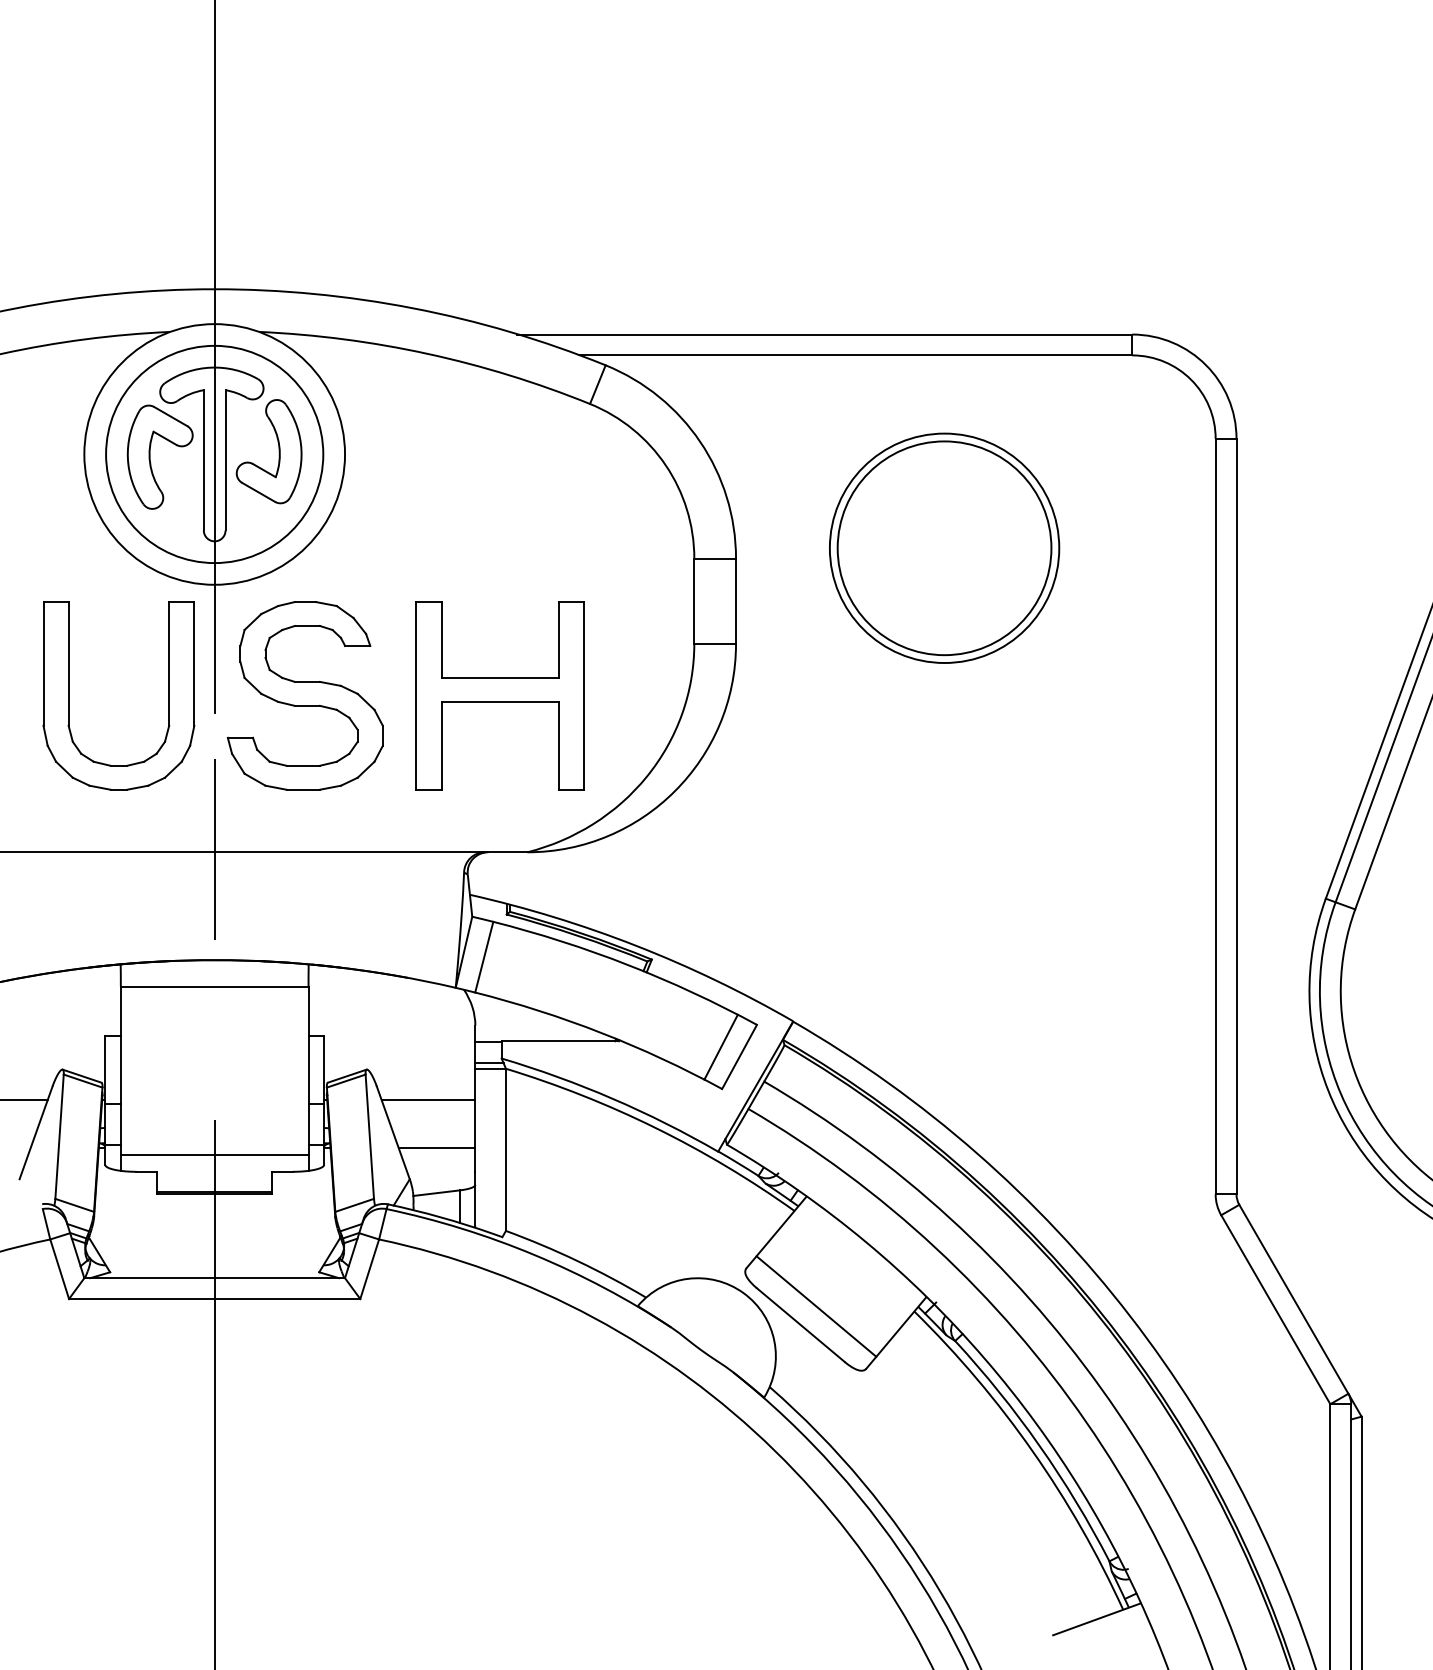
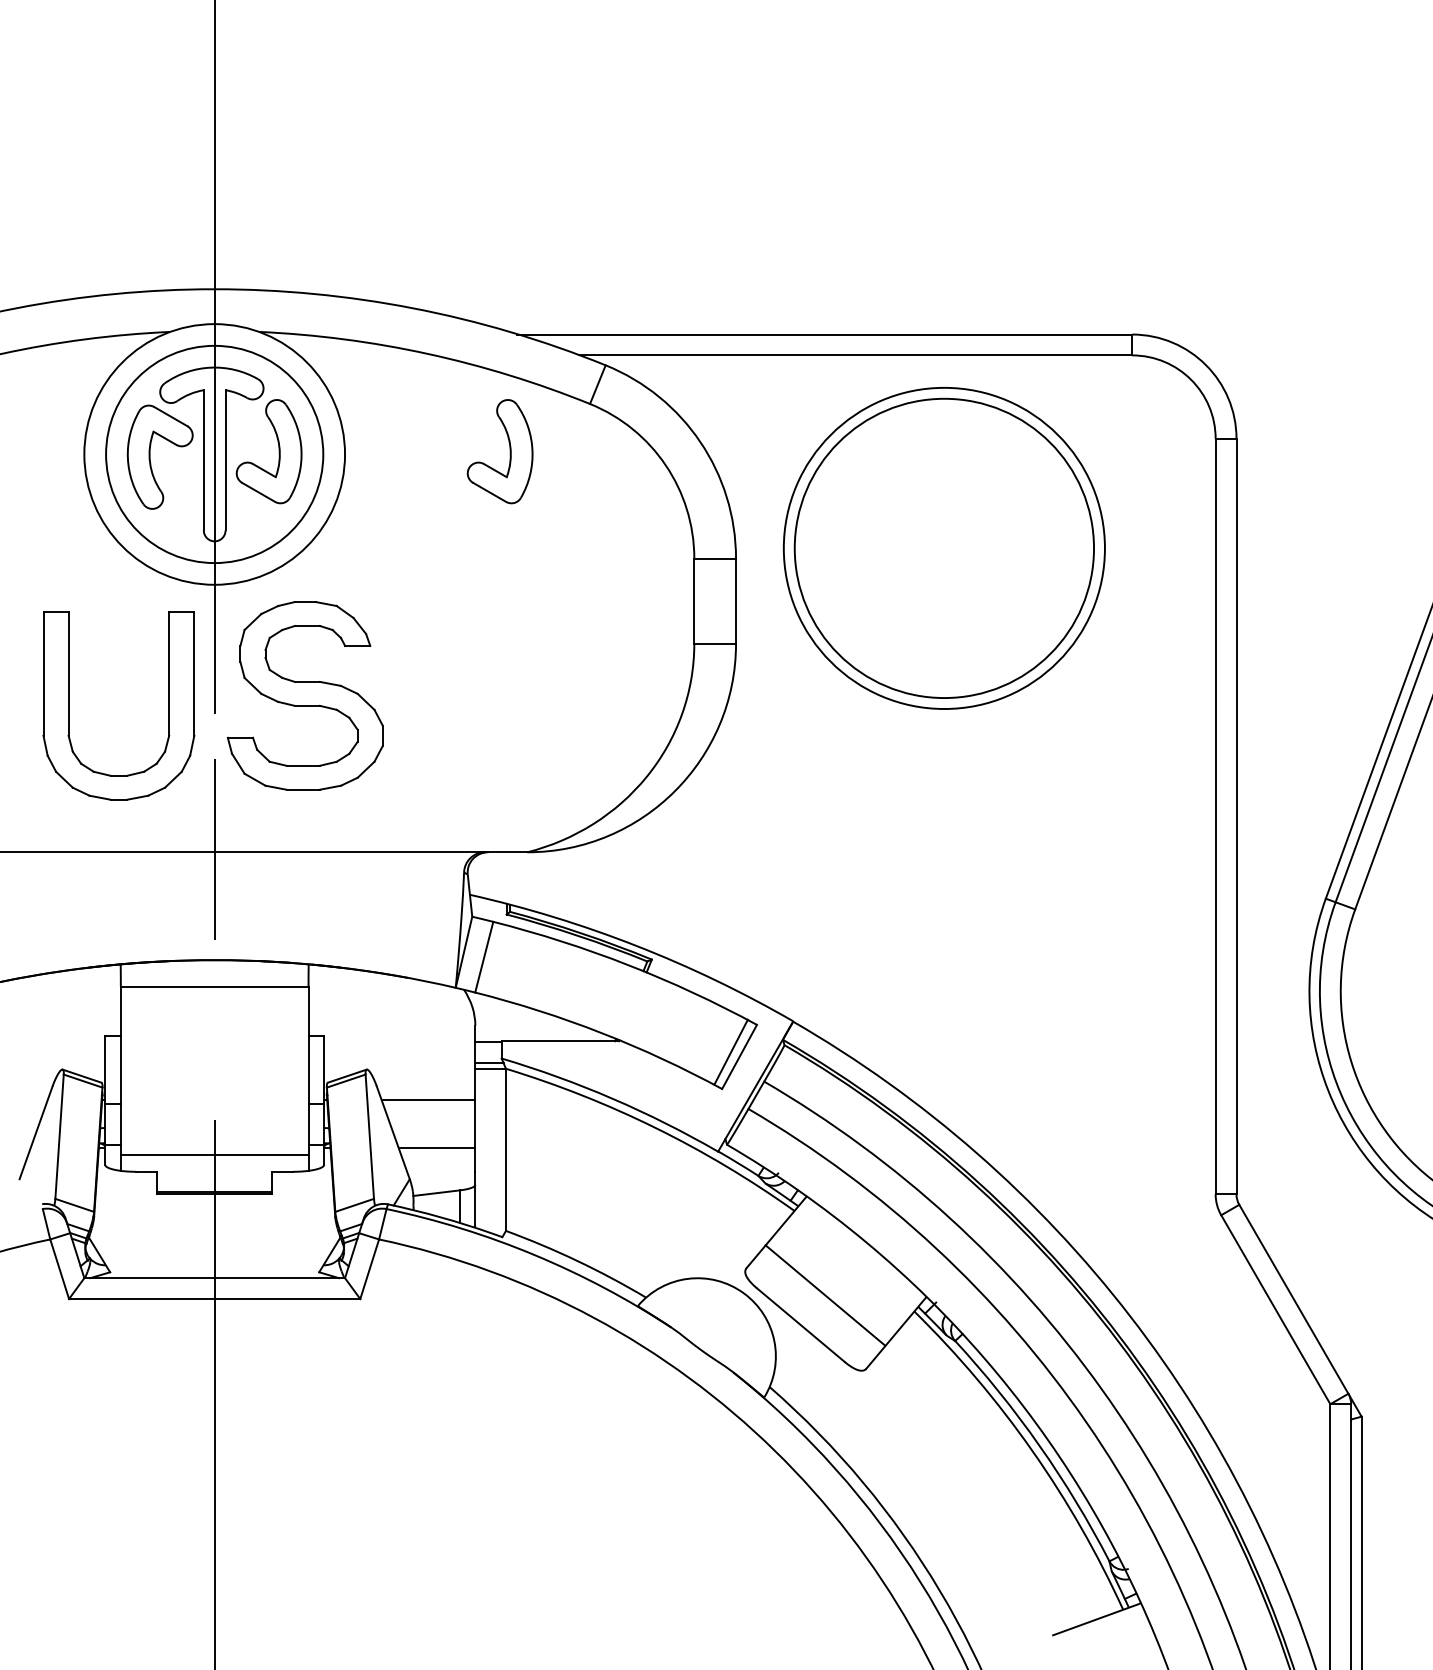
part at (509, 451): none -> present
part at (944, 547) size: 232x232 px -> 324x323 px
part at (69, 695) position: (69, 695) -> (69, 705)
part at (499, 695): present -> none
line at (720, 1046) position: (720, 1046) -> (730, 1051)
line at (24, 1099): present -> none
line at (816, 1306) position: (816, 1306) -> (825, 1295)
